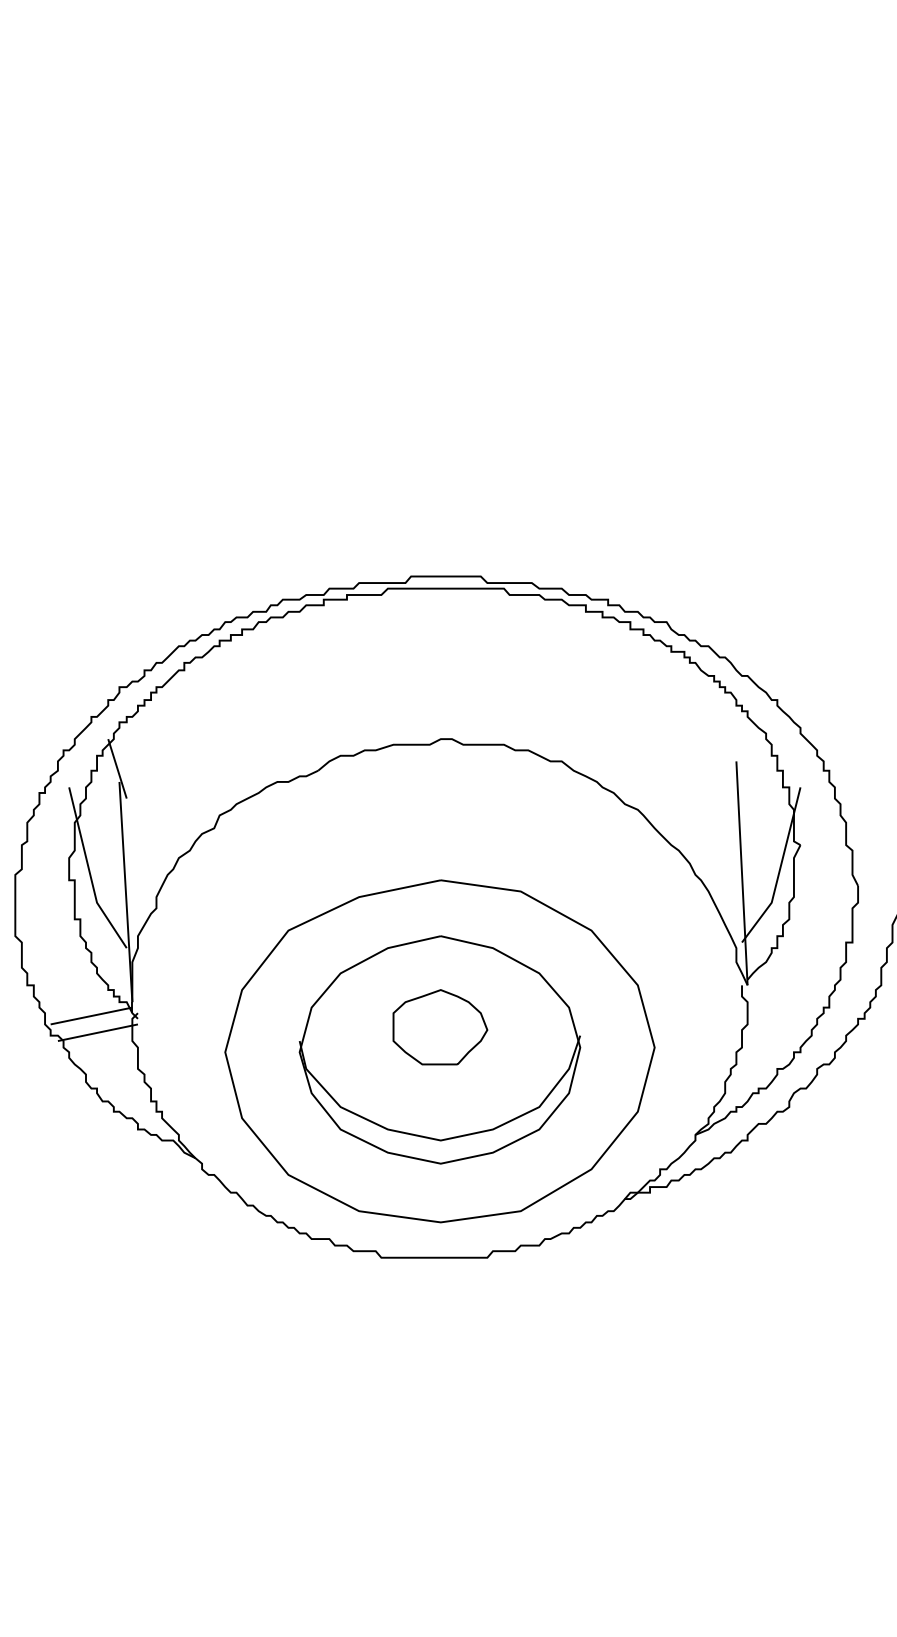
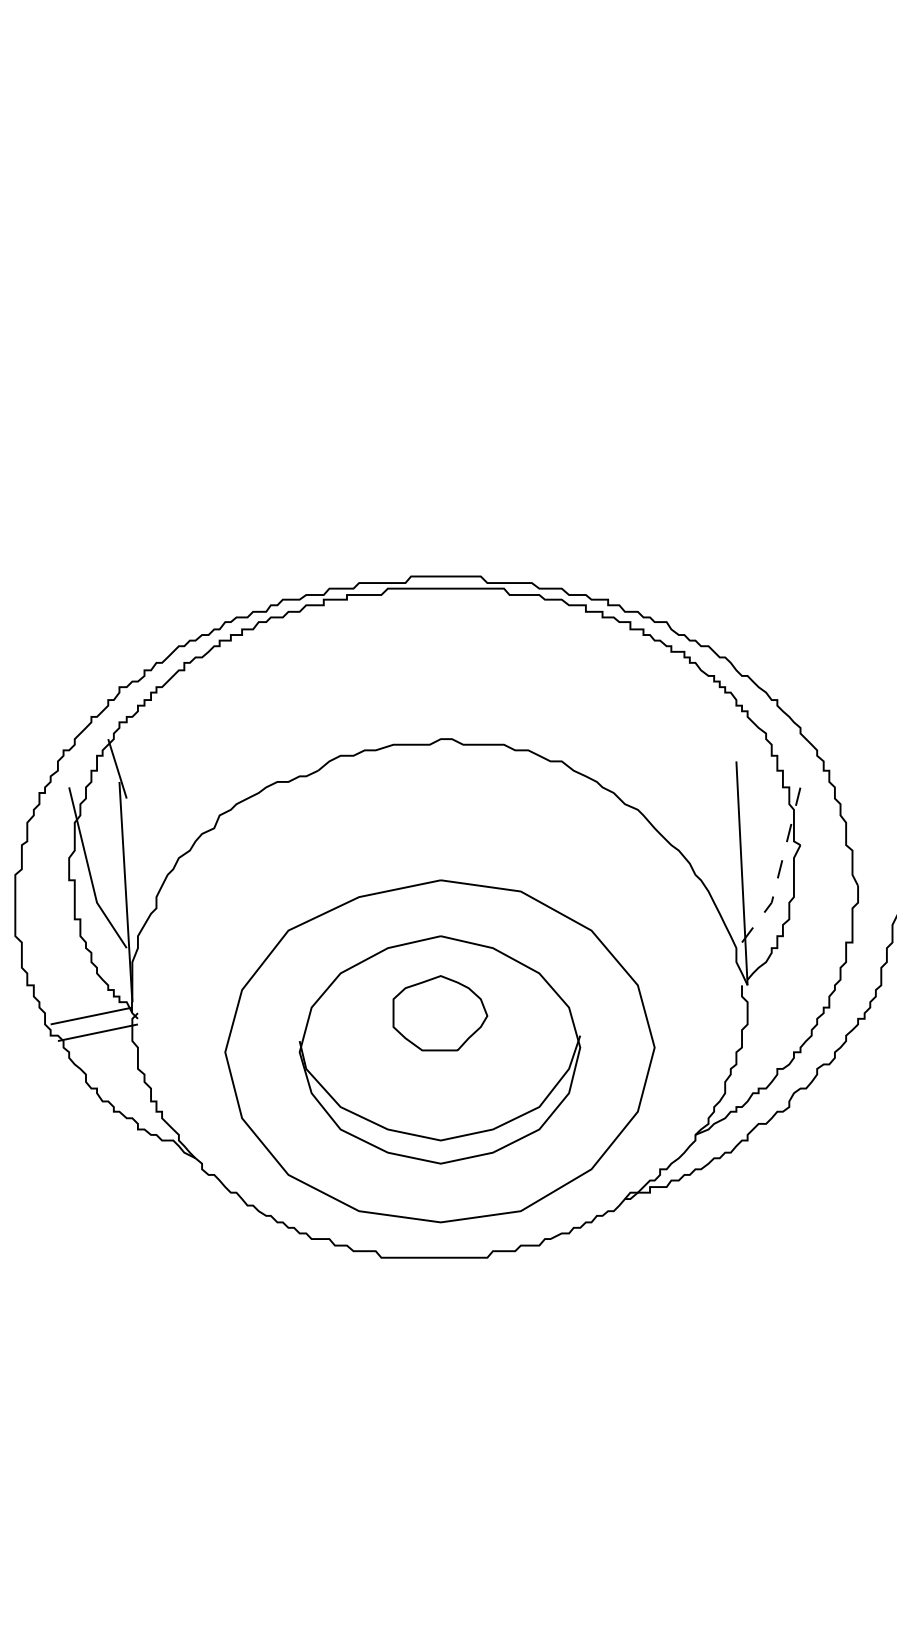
line at (779, 869): solid -> dashed
part at (440, 1027) position: (440, 1027) -> (440, 1013)
